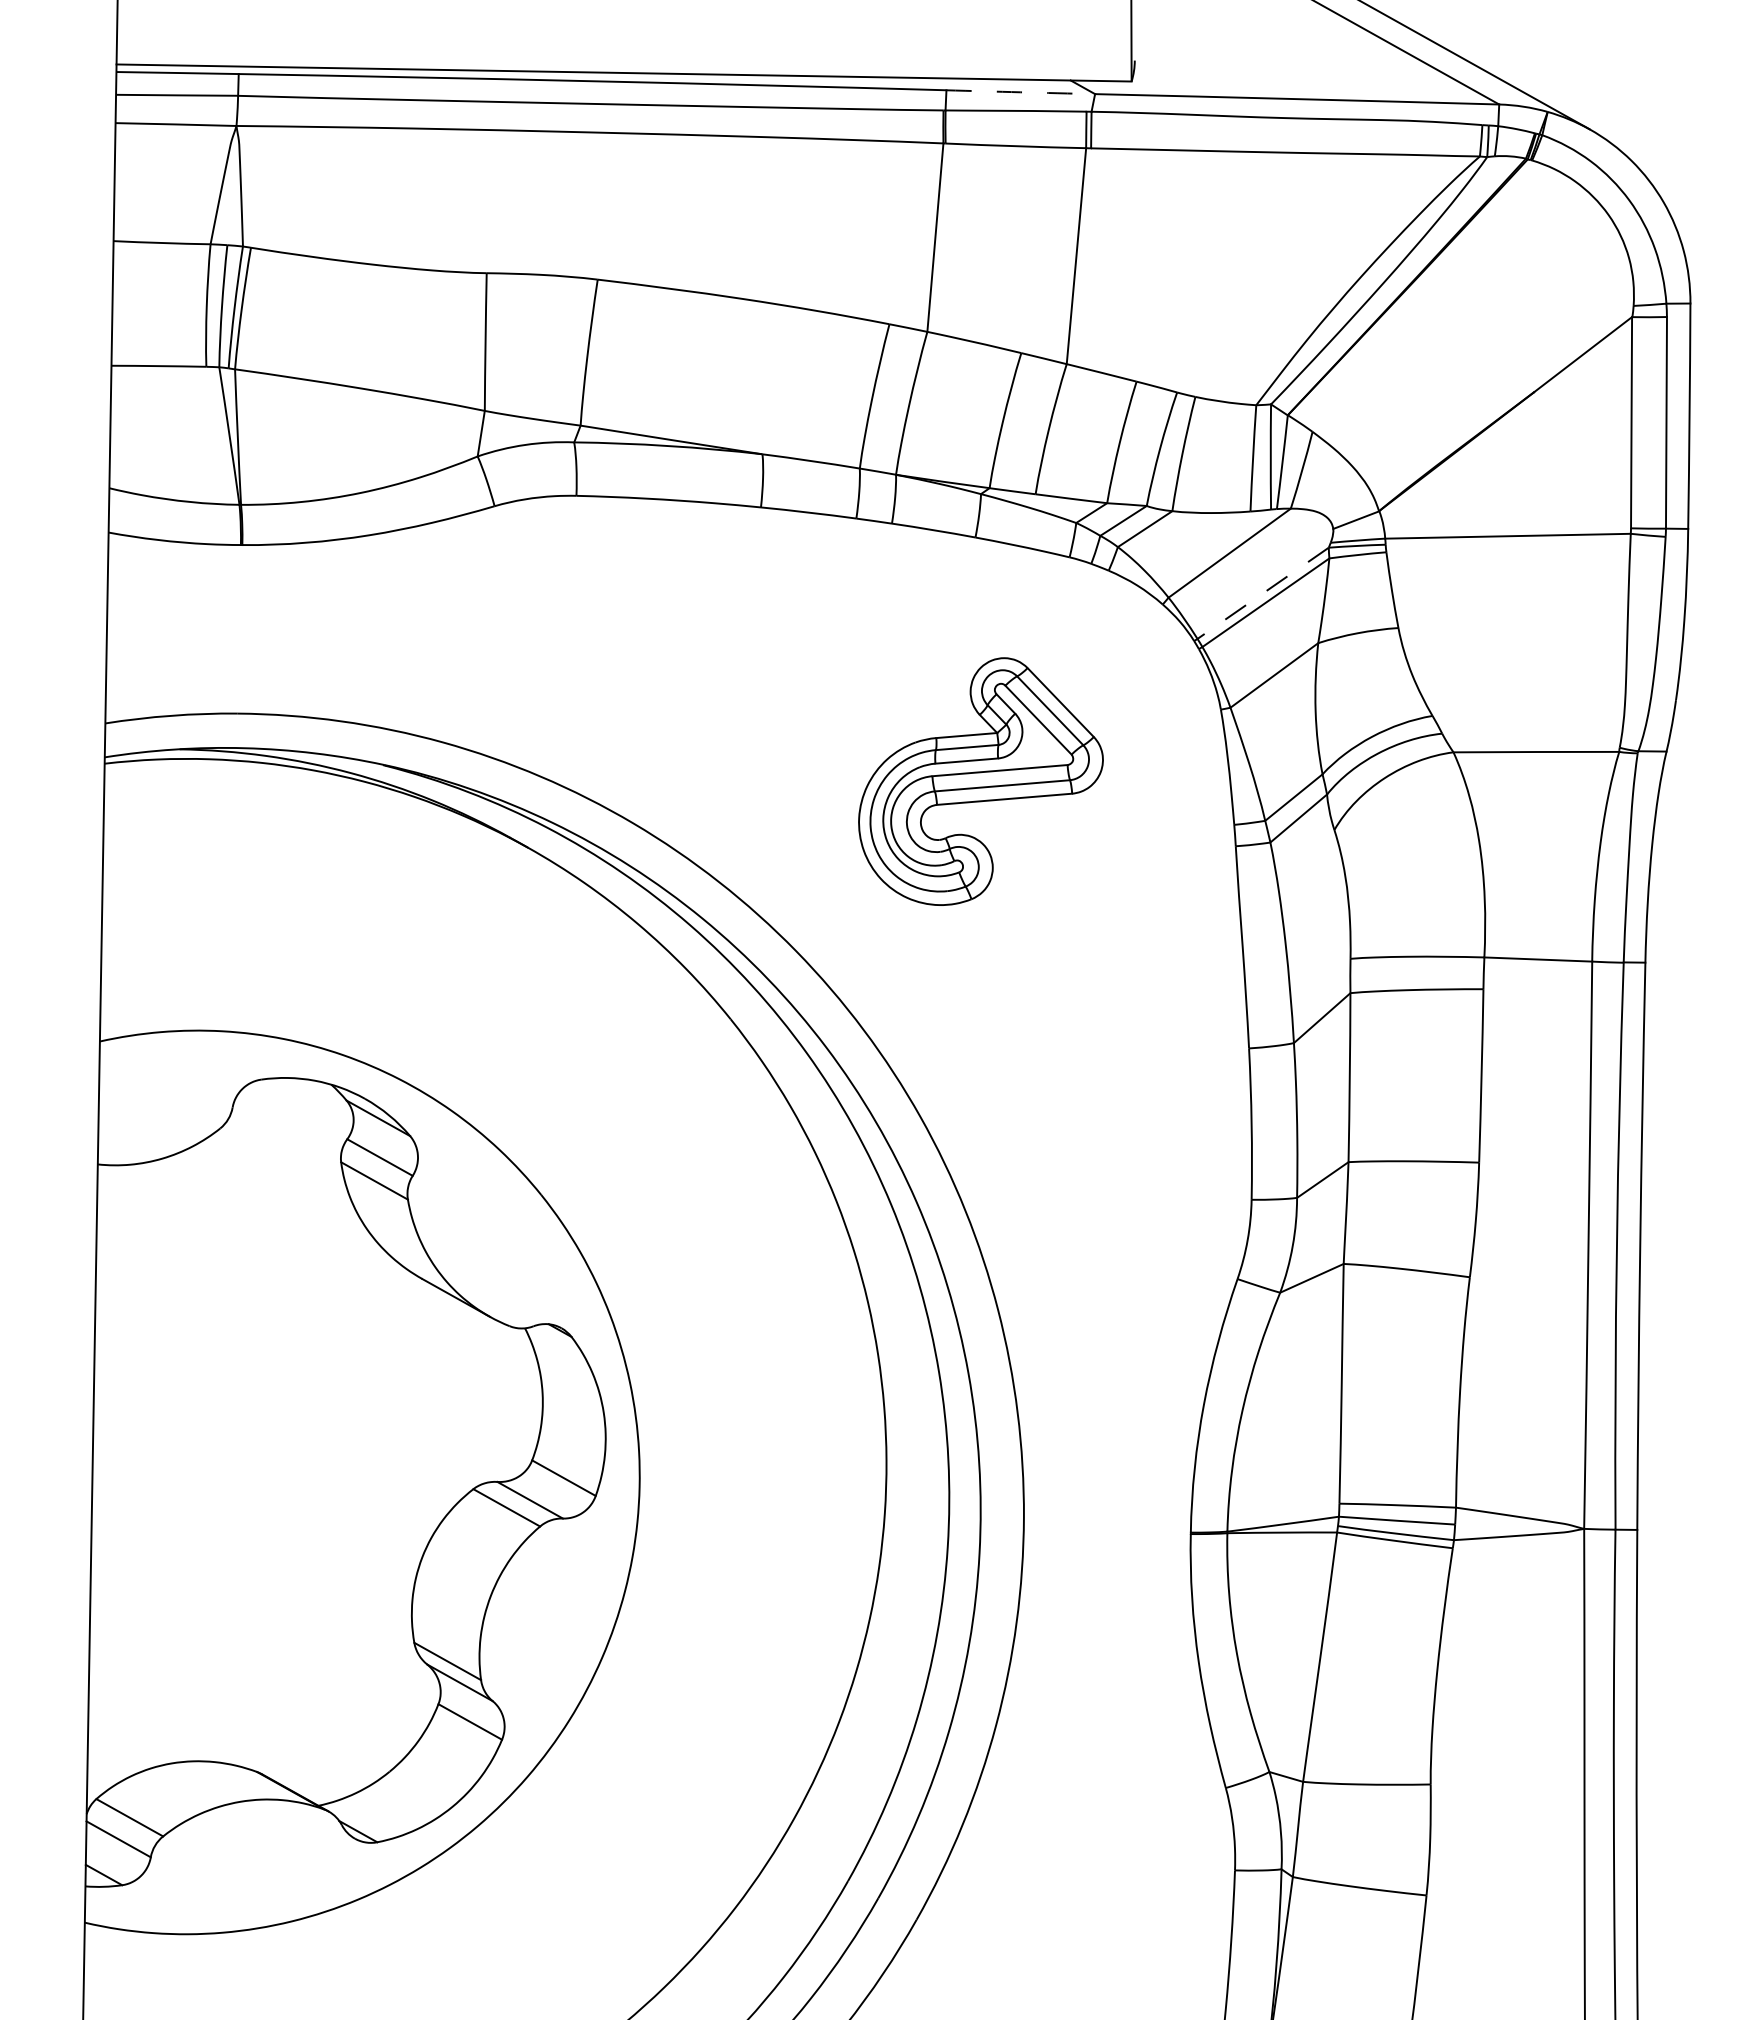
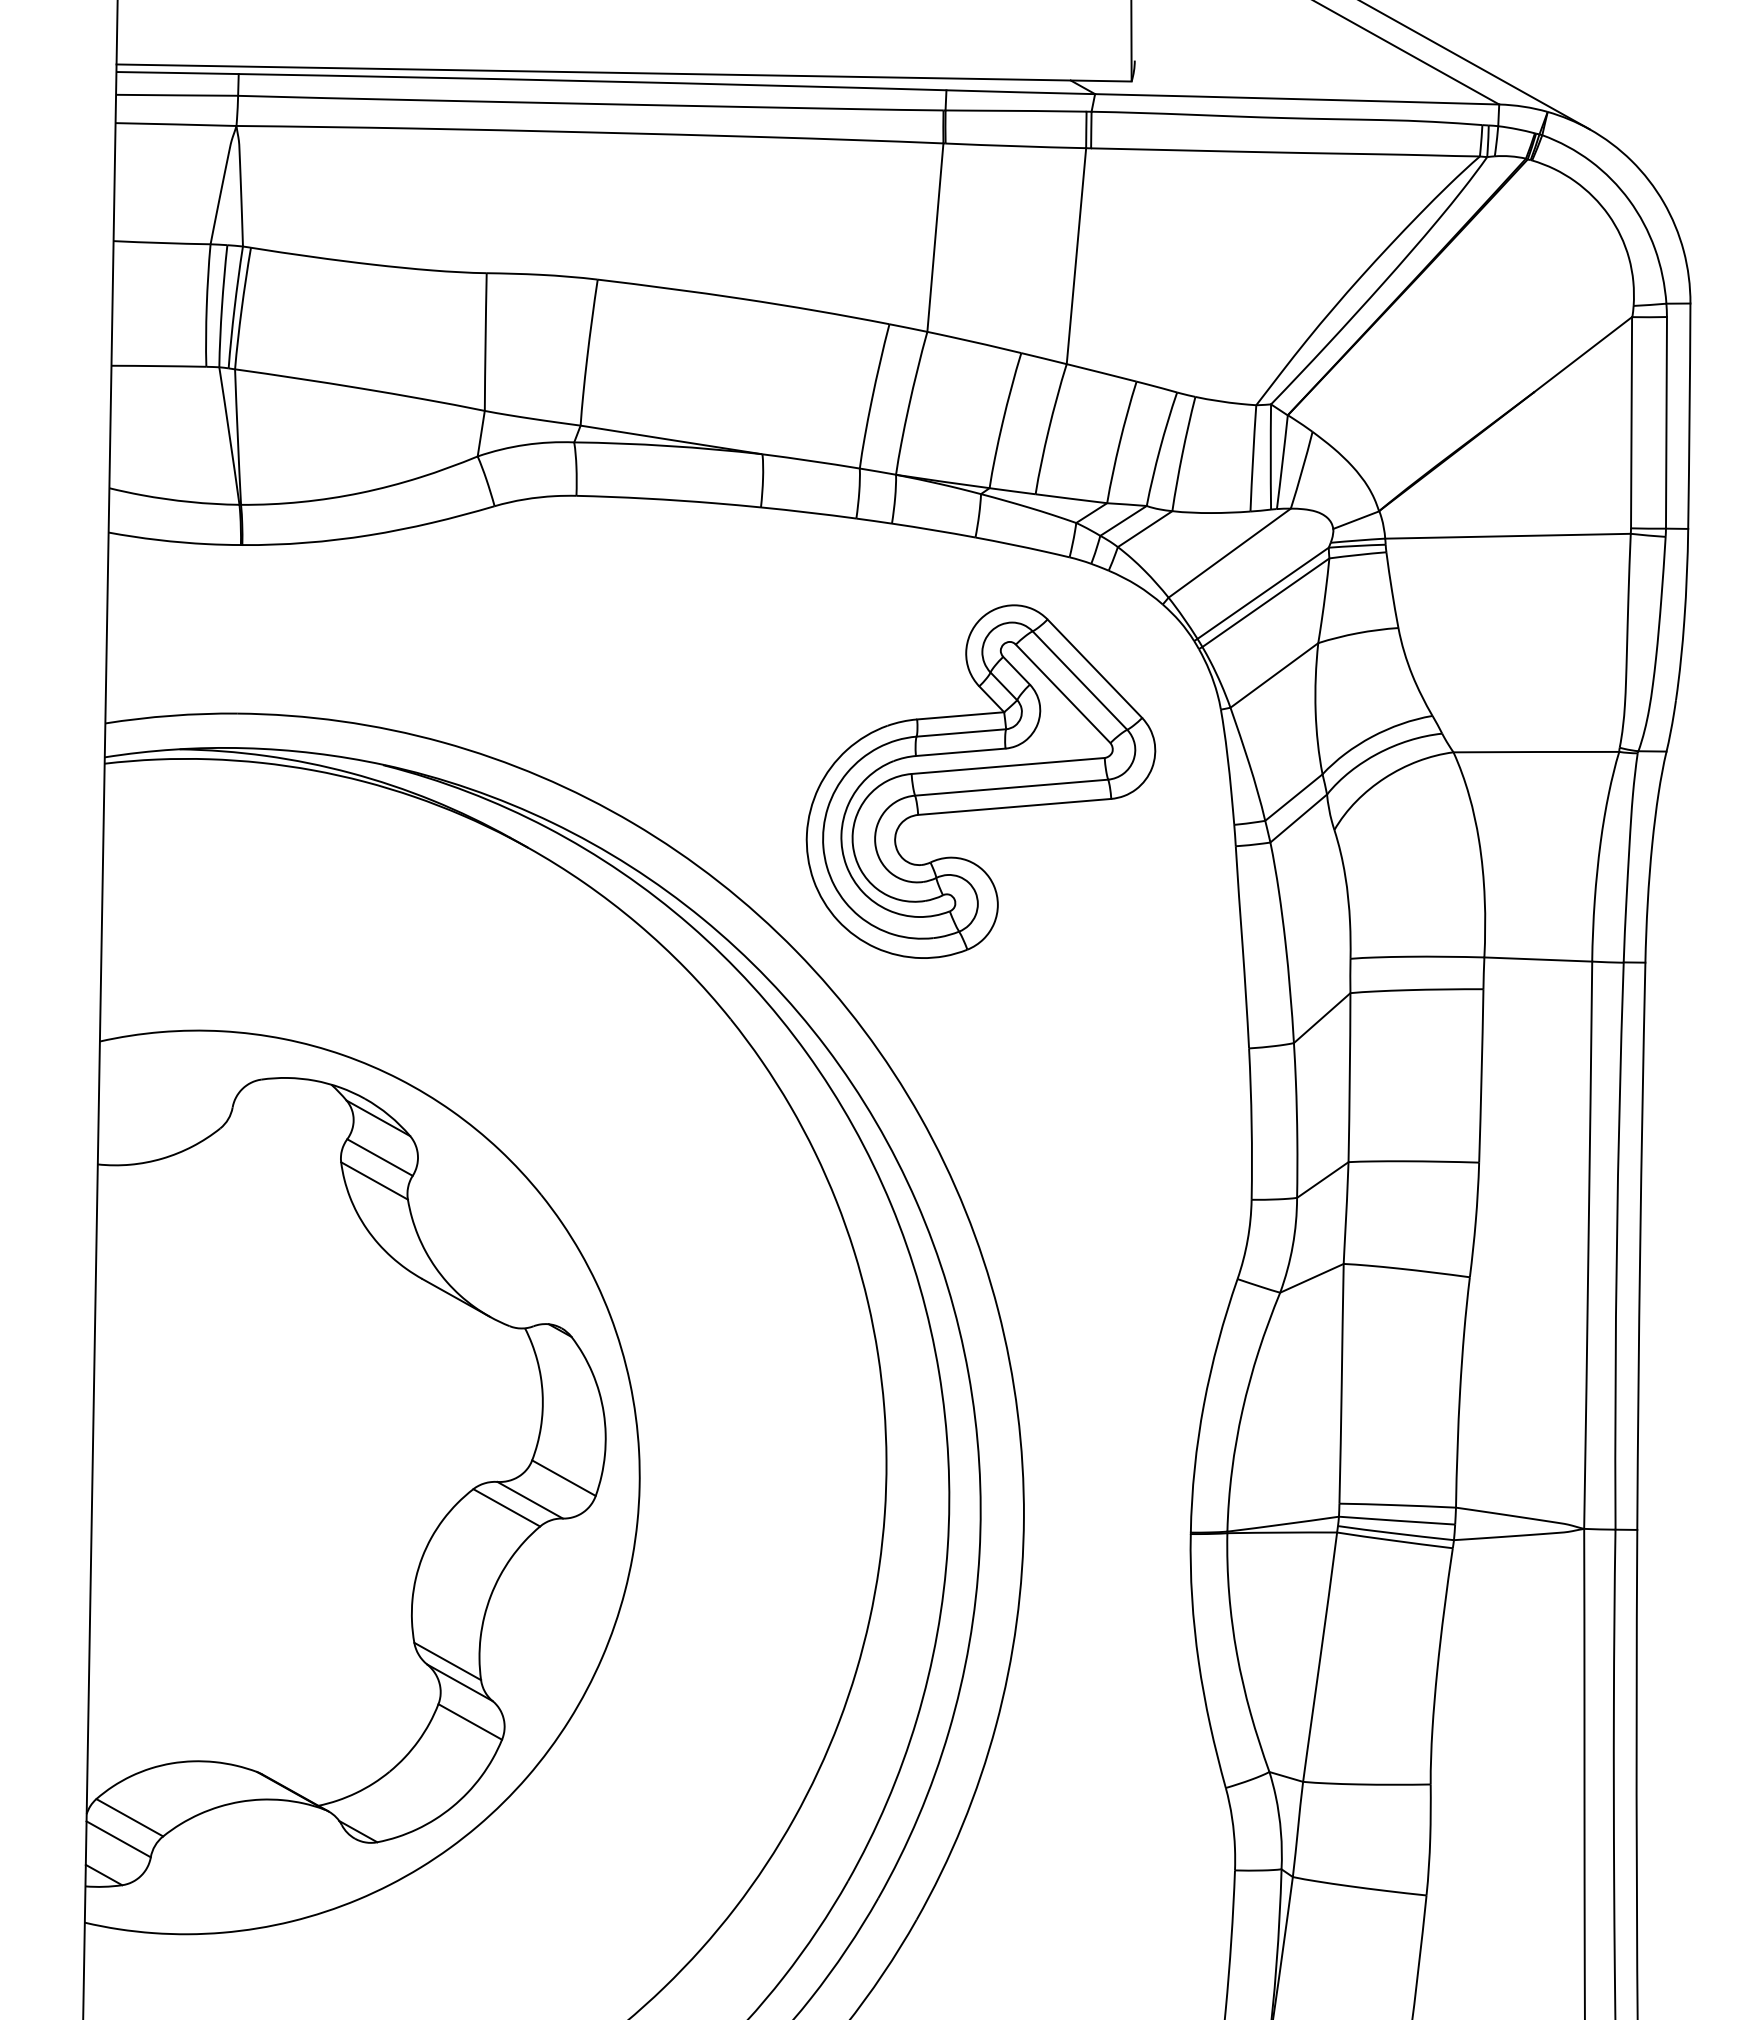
arc at (1020, 92): dashed -> solid
line at (1263, 593): dashed -> solid
part at (980, 781) size: 246x249 px -> 352x355 px
